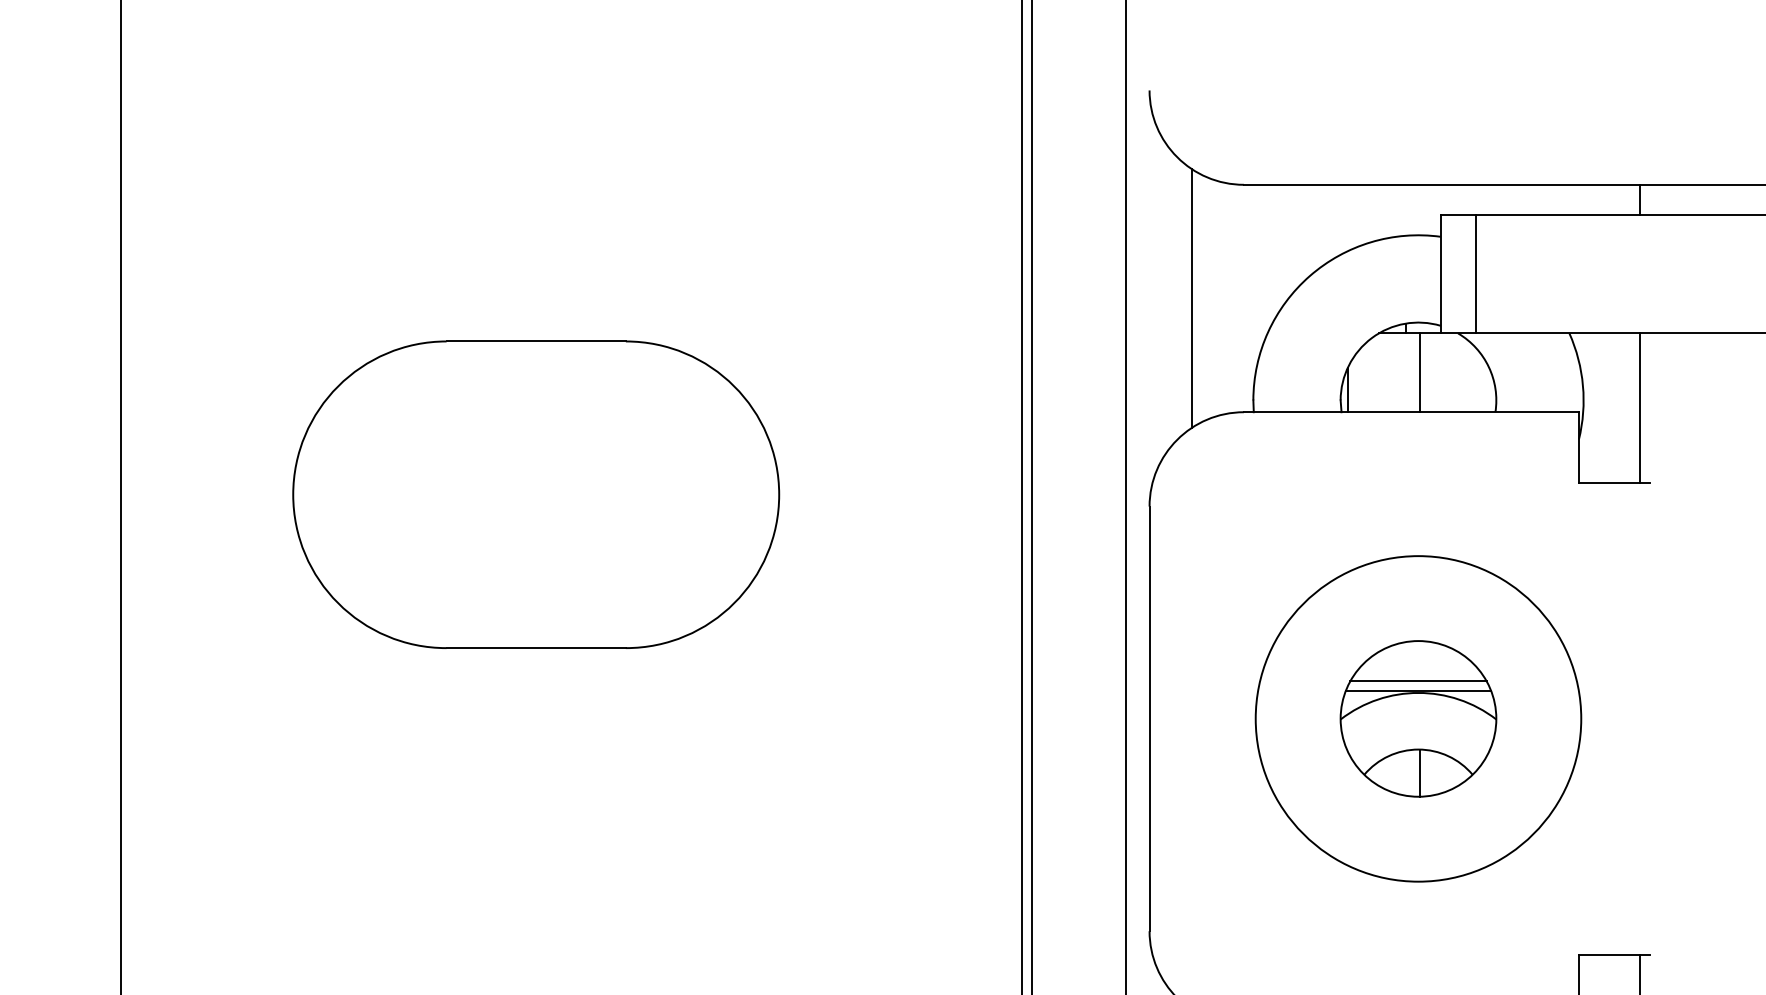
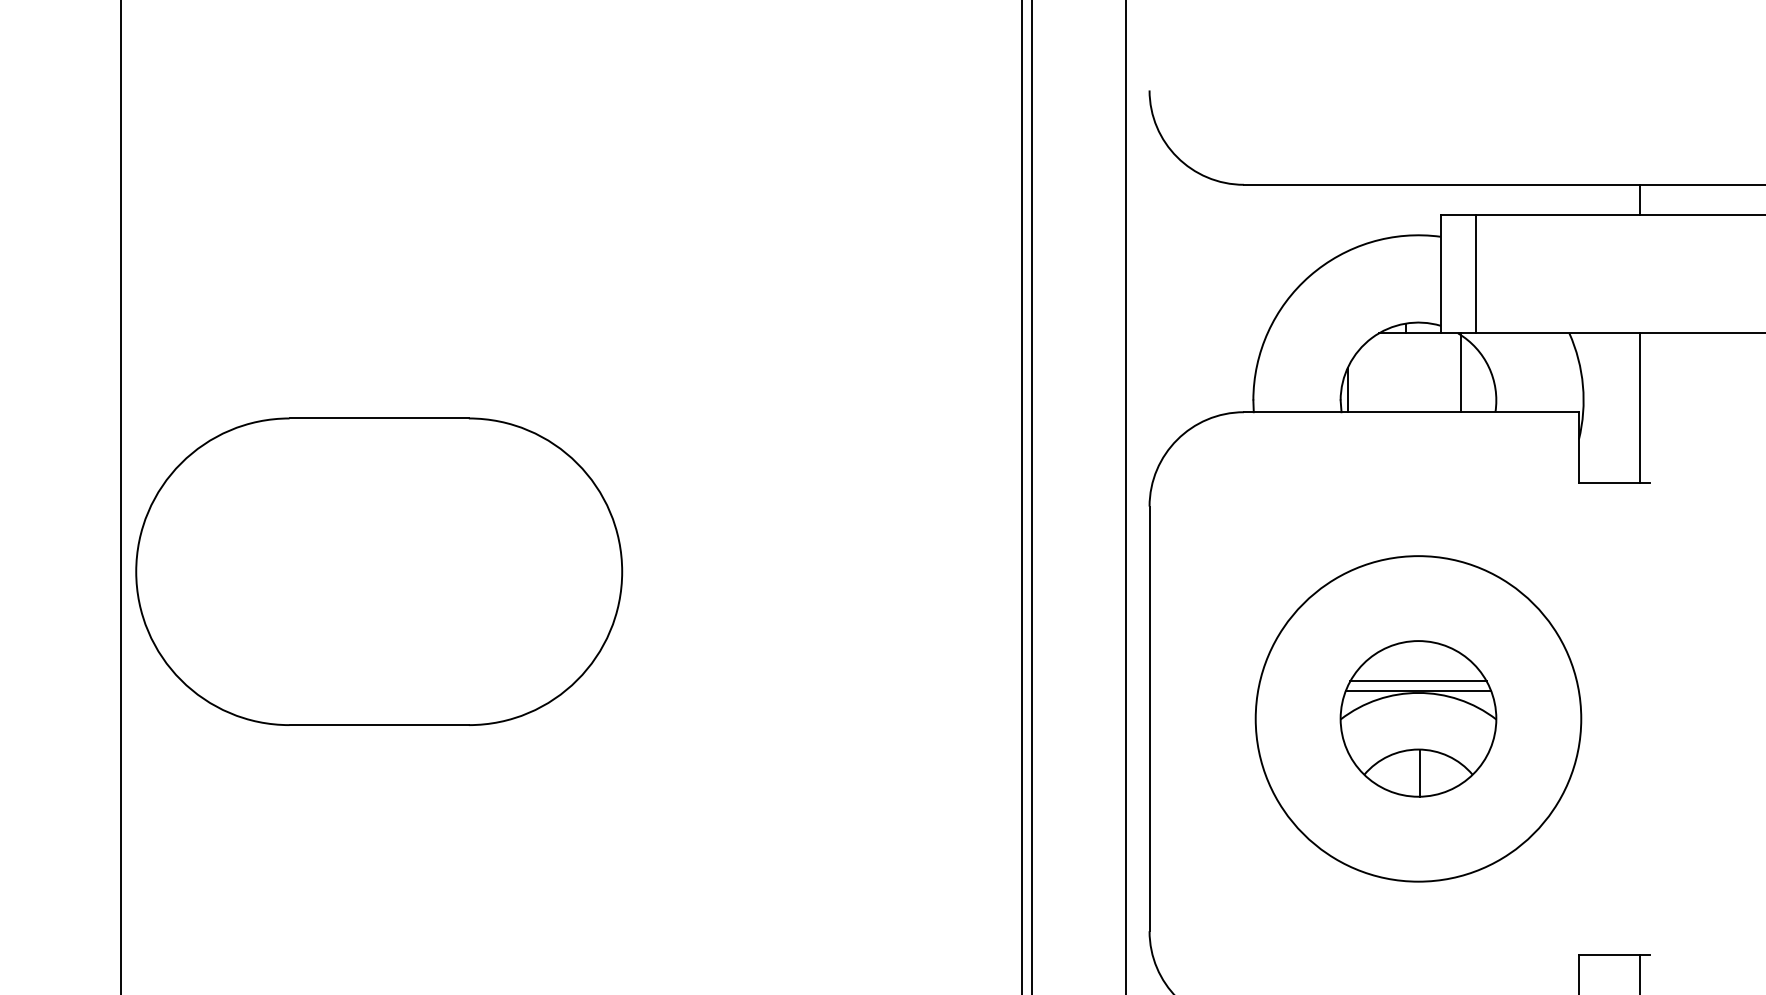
line at (1192, 298): present -> none
line at (1420, 372) position: (1420, 372) -> (1461, 372)
part at (536, 494) position: (536, 494) -> (379, 571)
